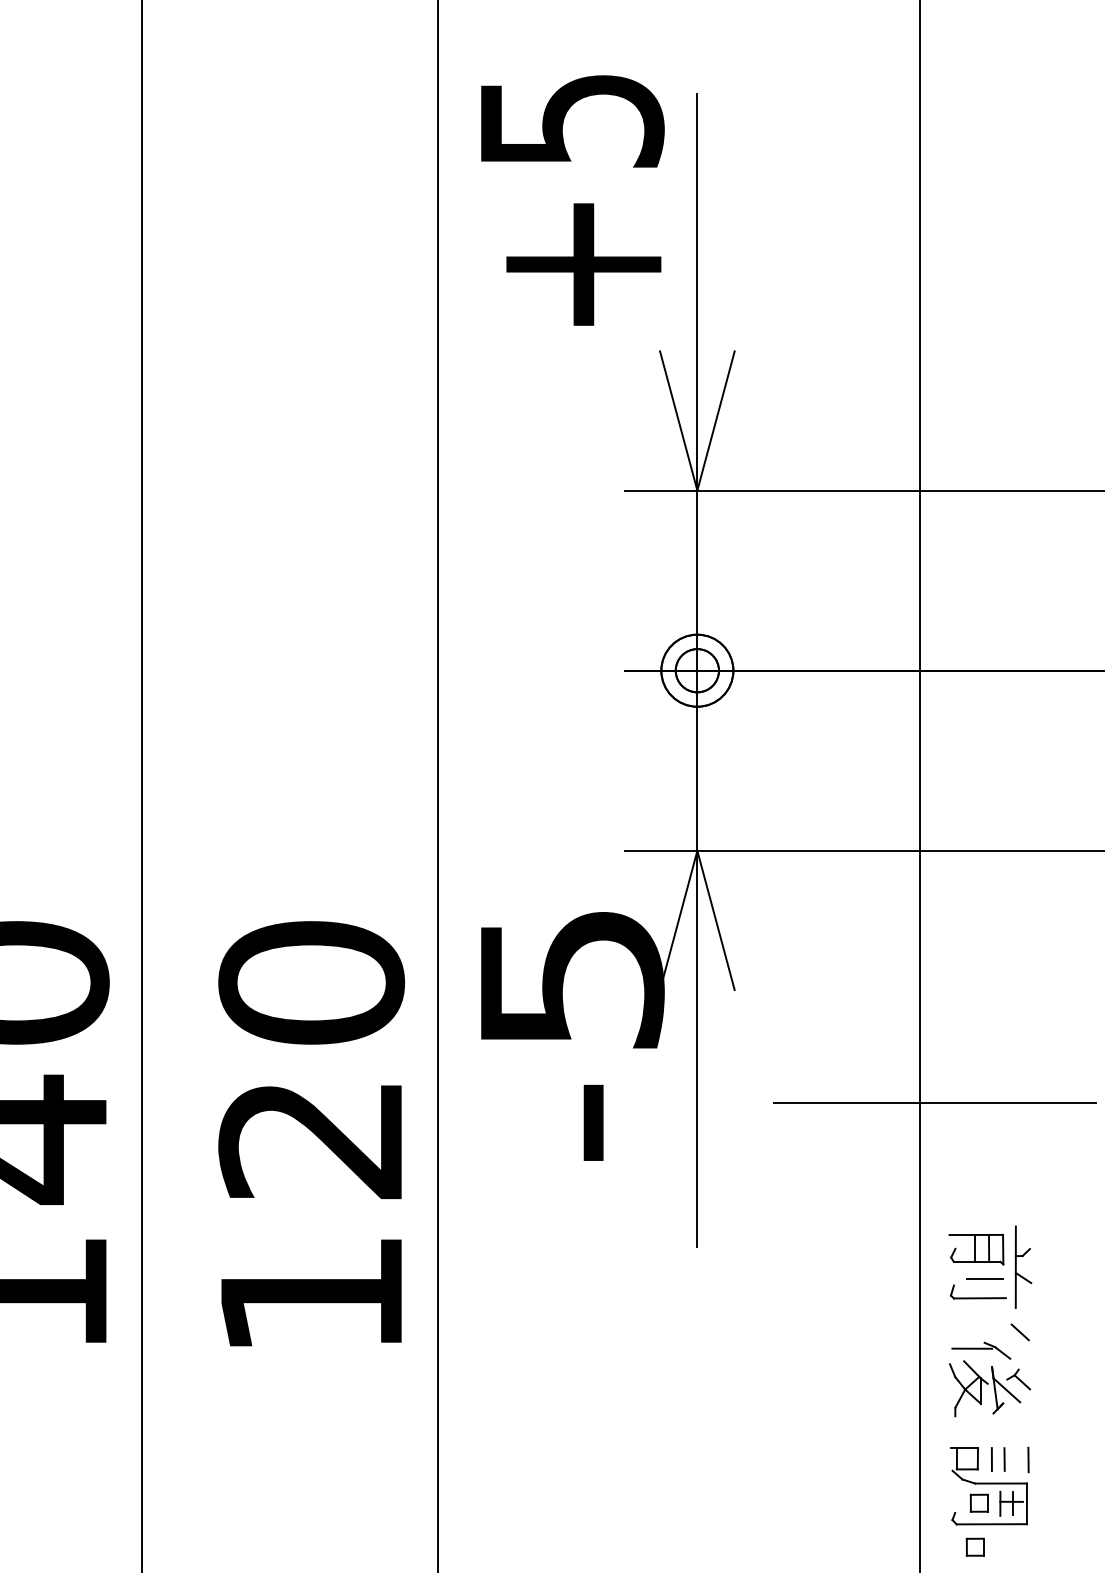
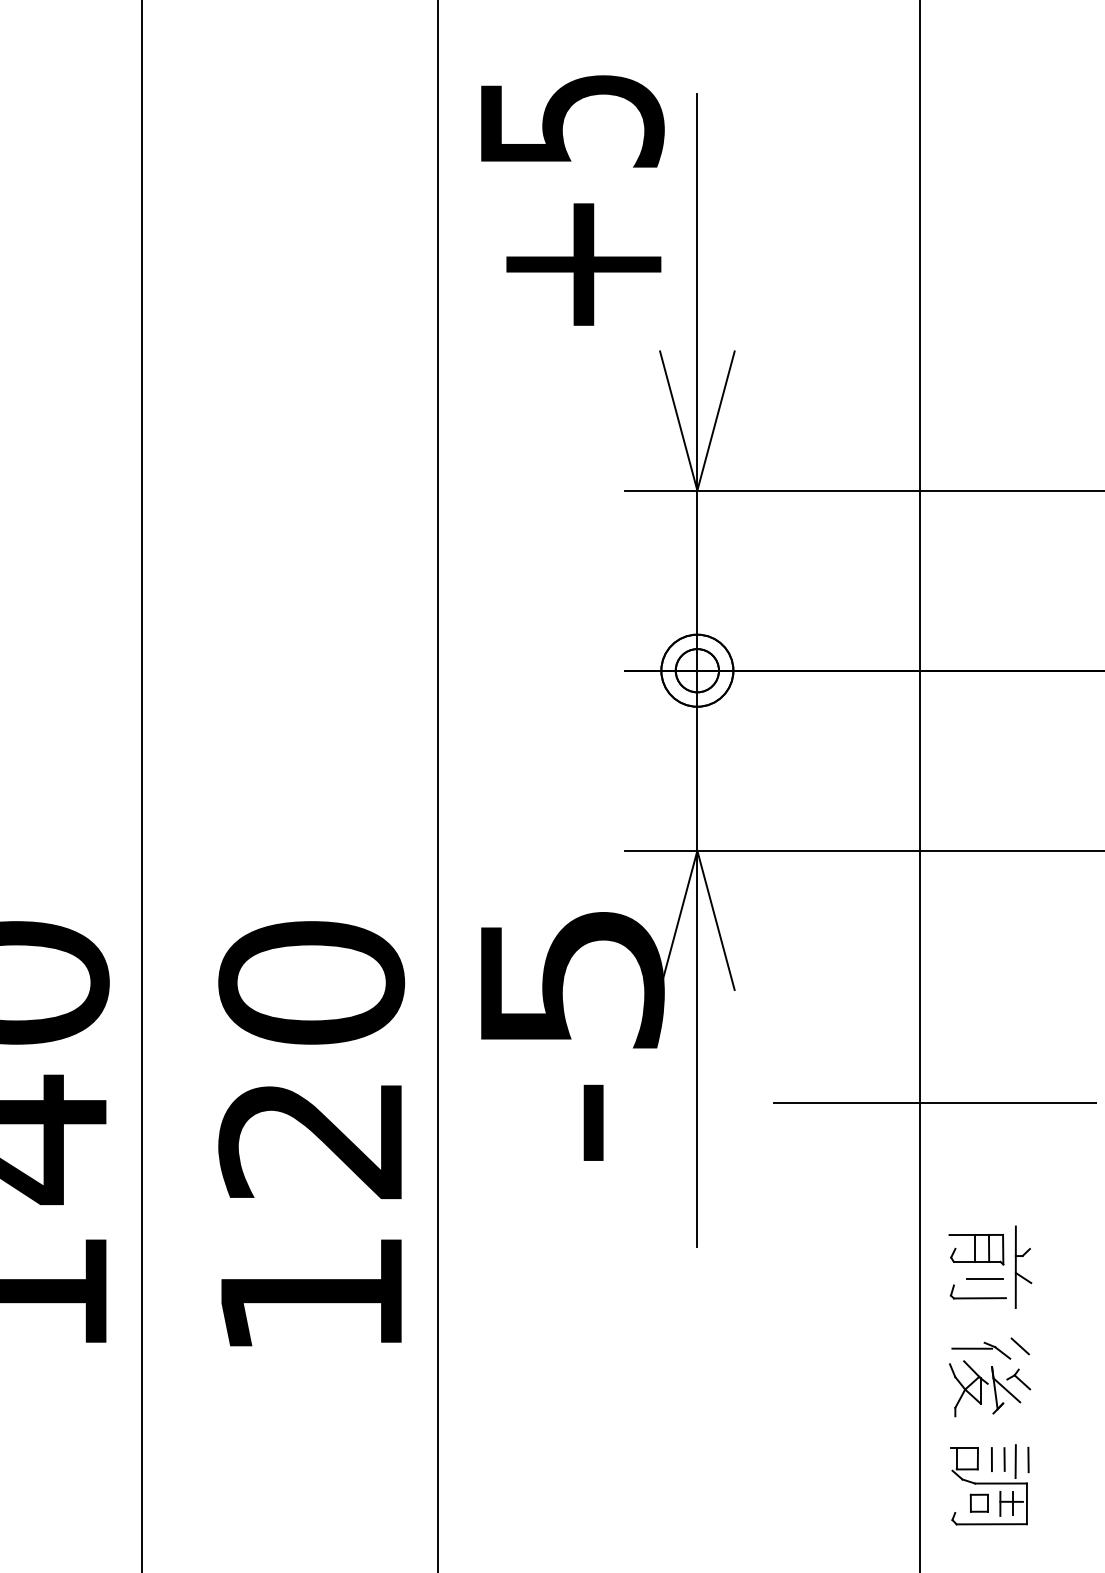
line at (1019, 1332) position: (1019, 1332) -> (1019, 1346)
line at (1015, 1461): none -> present
part at (974, 1546): present -> none
